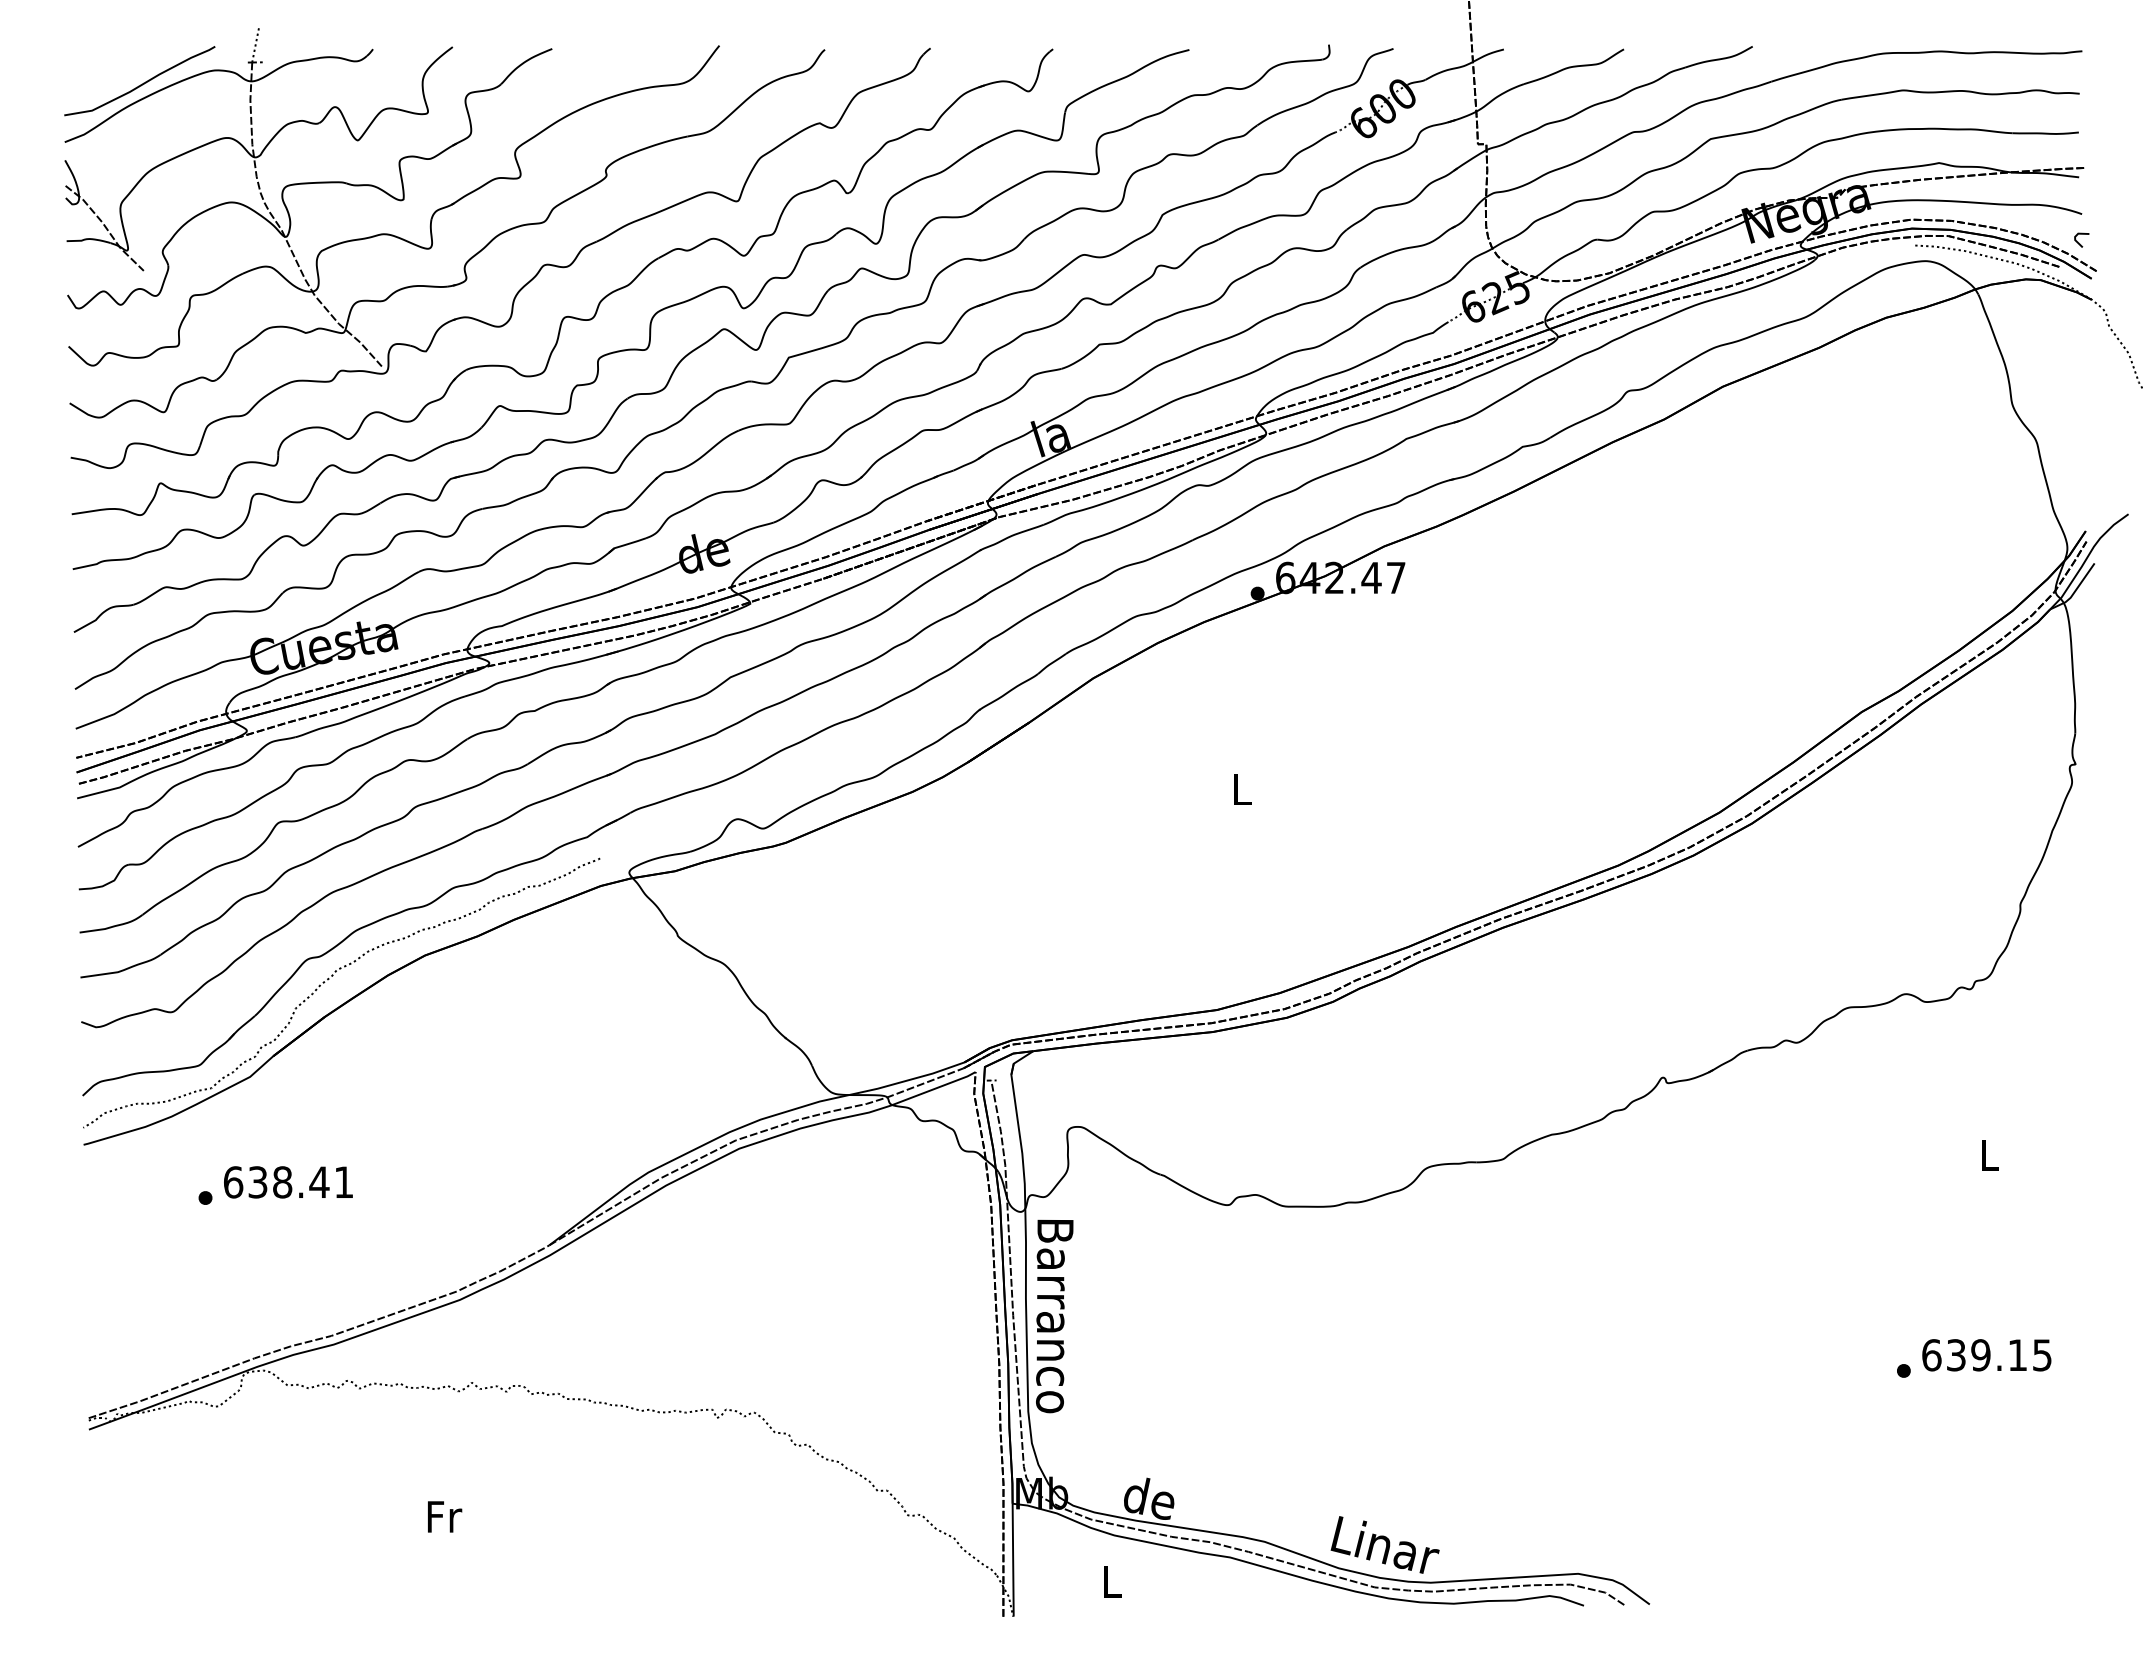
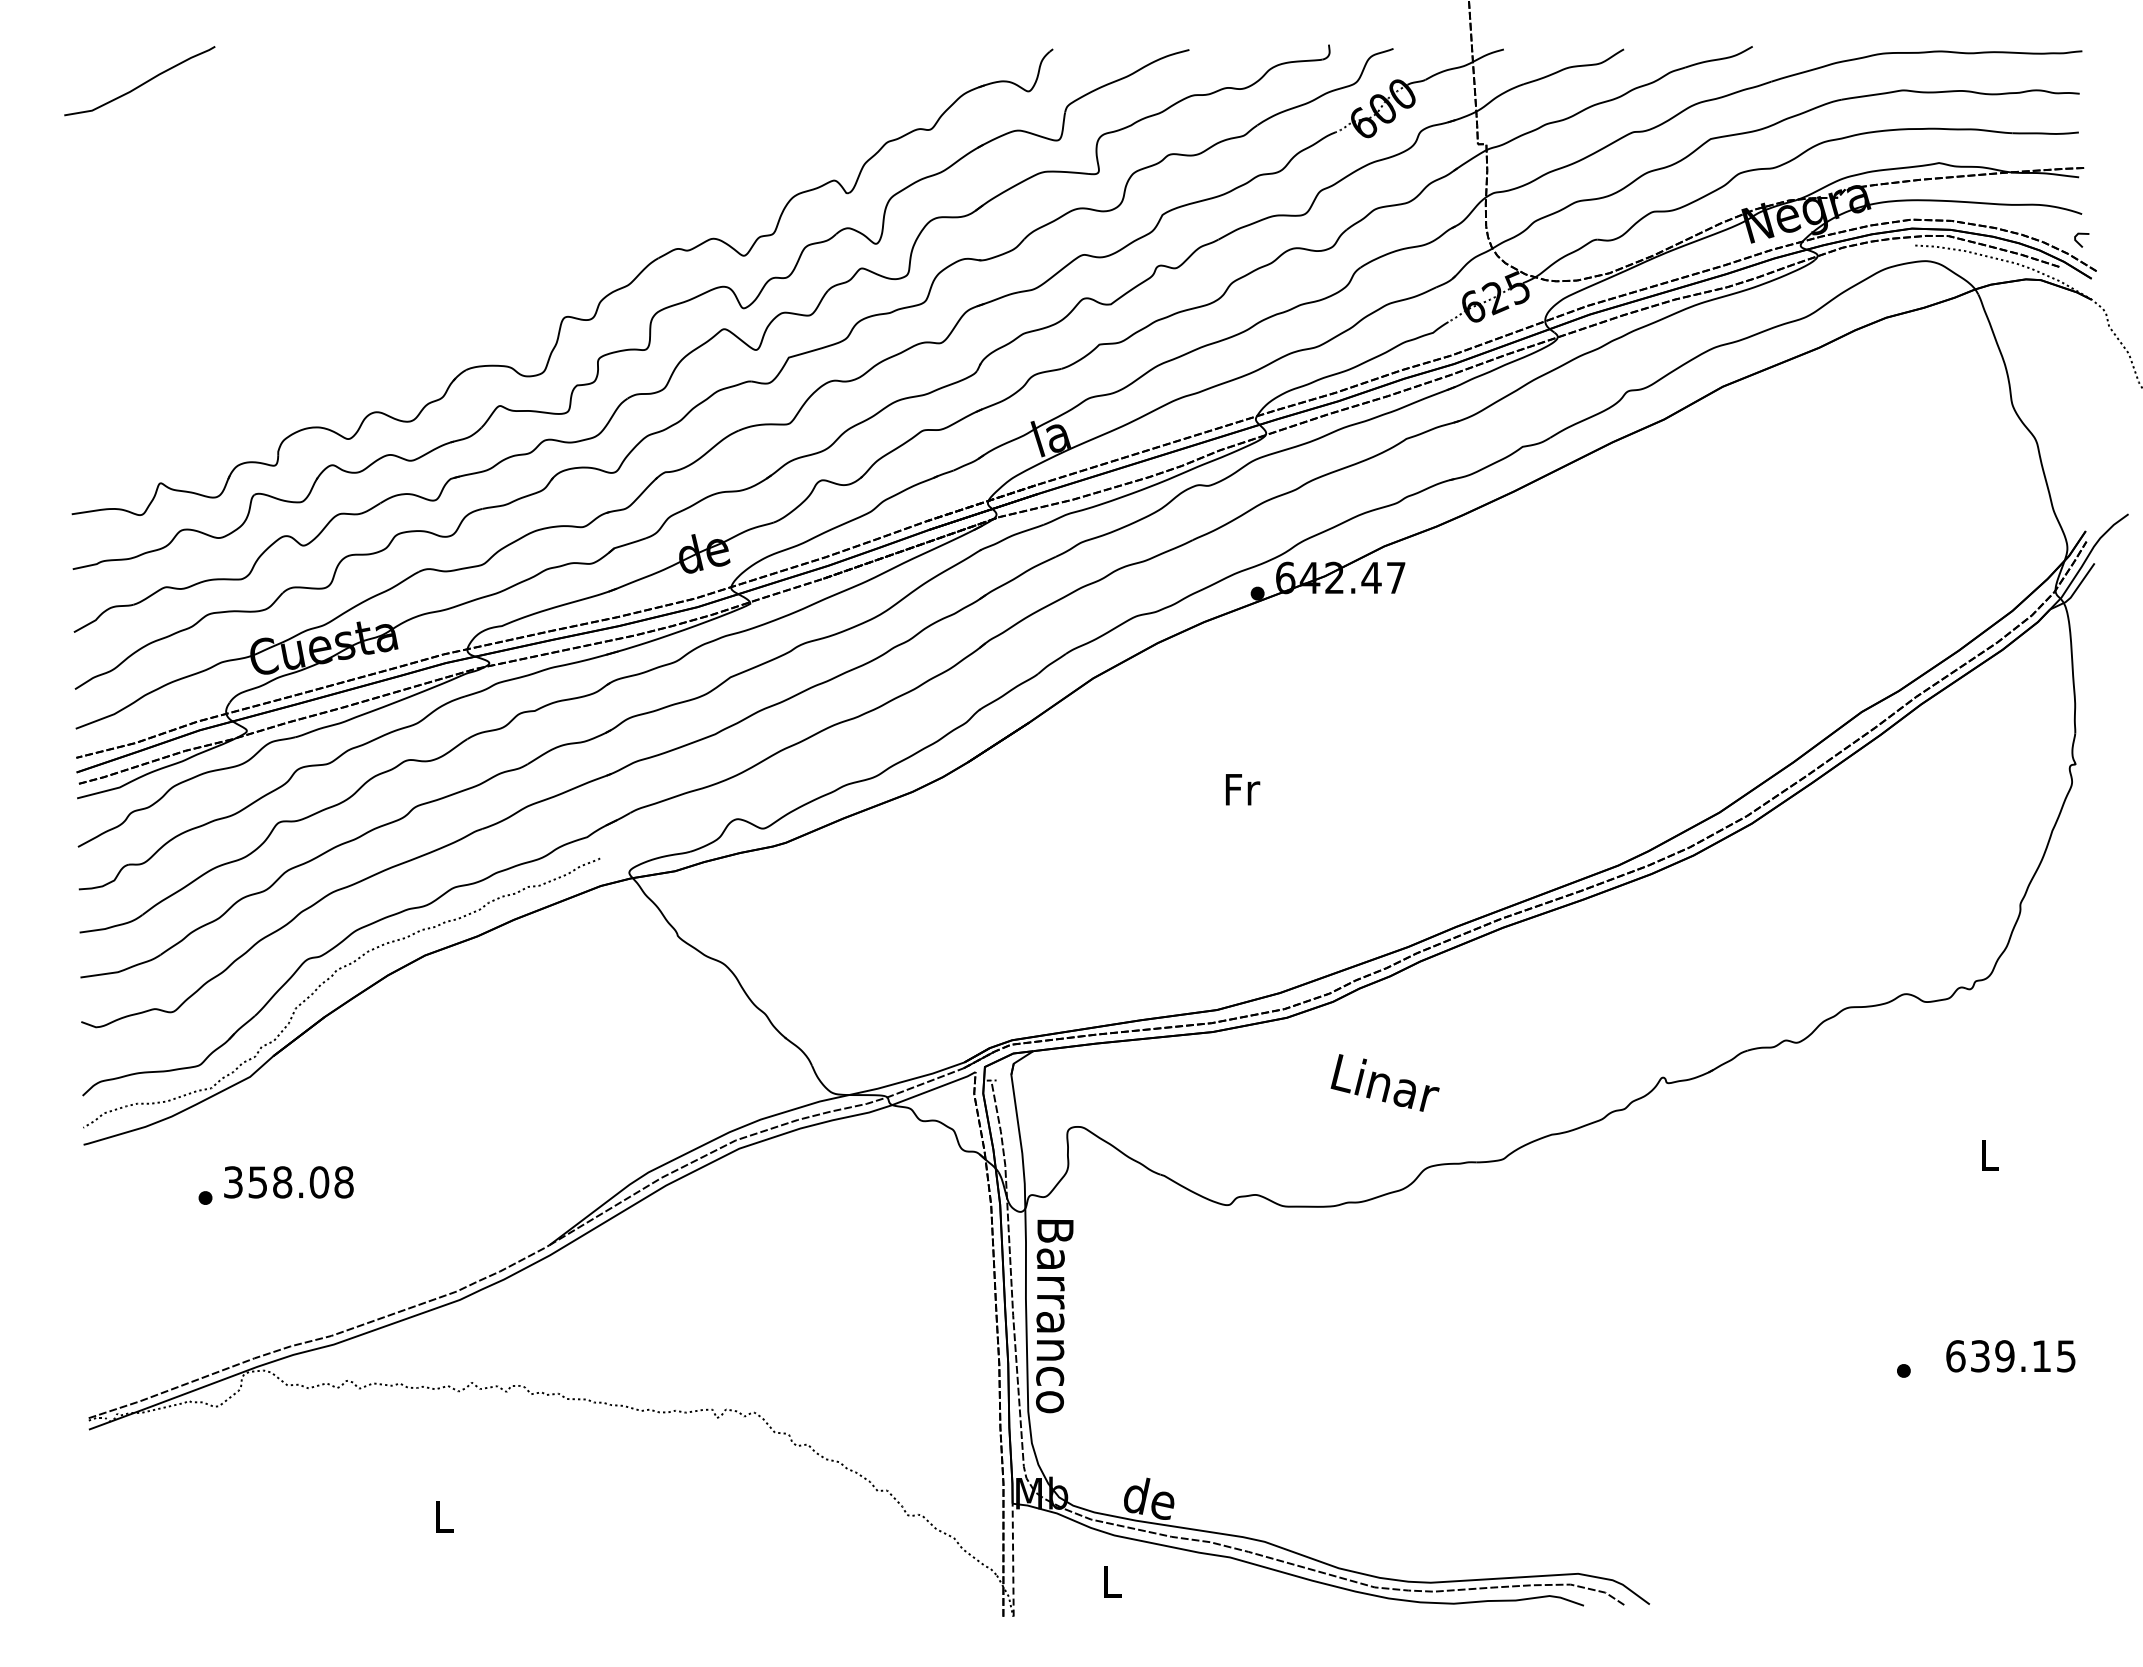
part at (491, 242): present -> none
text at (1242, 789): L -> Fr
text at (288, 1182): 638.41 -> 358.08
text at (1986, 1355) position: (1986, 1355) -> (2010, 1356)
text at (444, 1516): Fr -> L
text at (1384, 1544) position: (1384, 1544) -> (1384, 1082)
line at (1013, 1559): solid -> dashed
